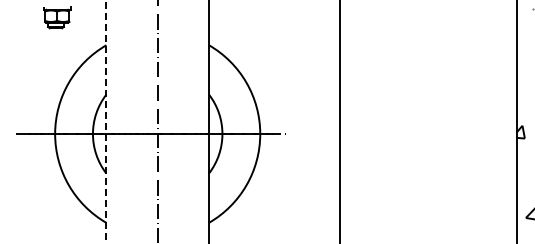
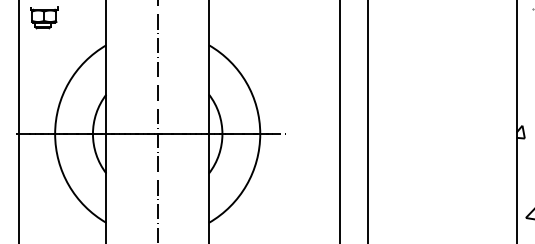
part at (57, 17) position: (57, 17) -> (44, 17)
line at (18, 121): none -> present
line at (367, 121): none -> present
line at (106, 122): dashed -> solid
